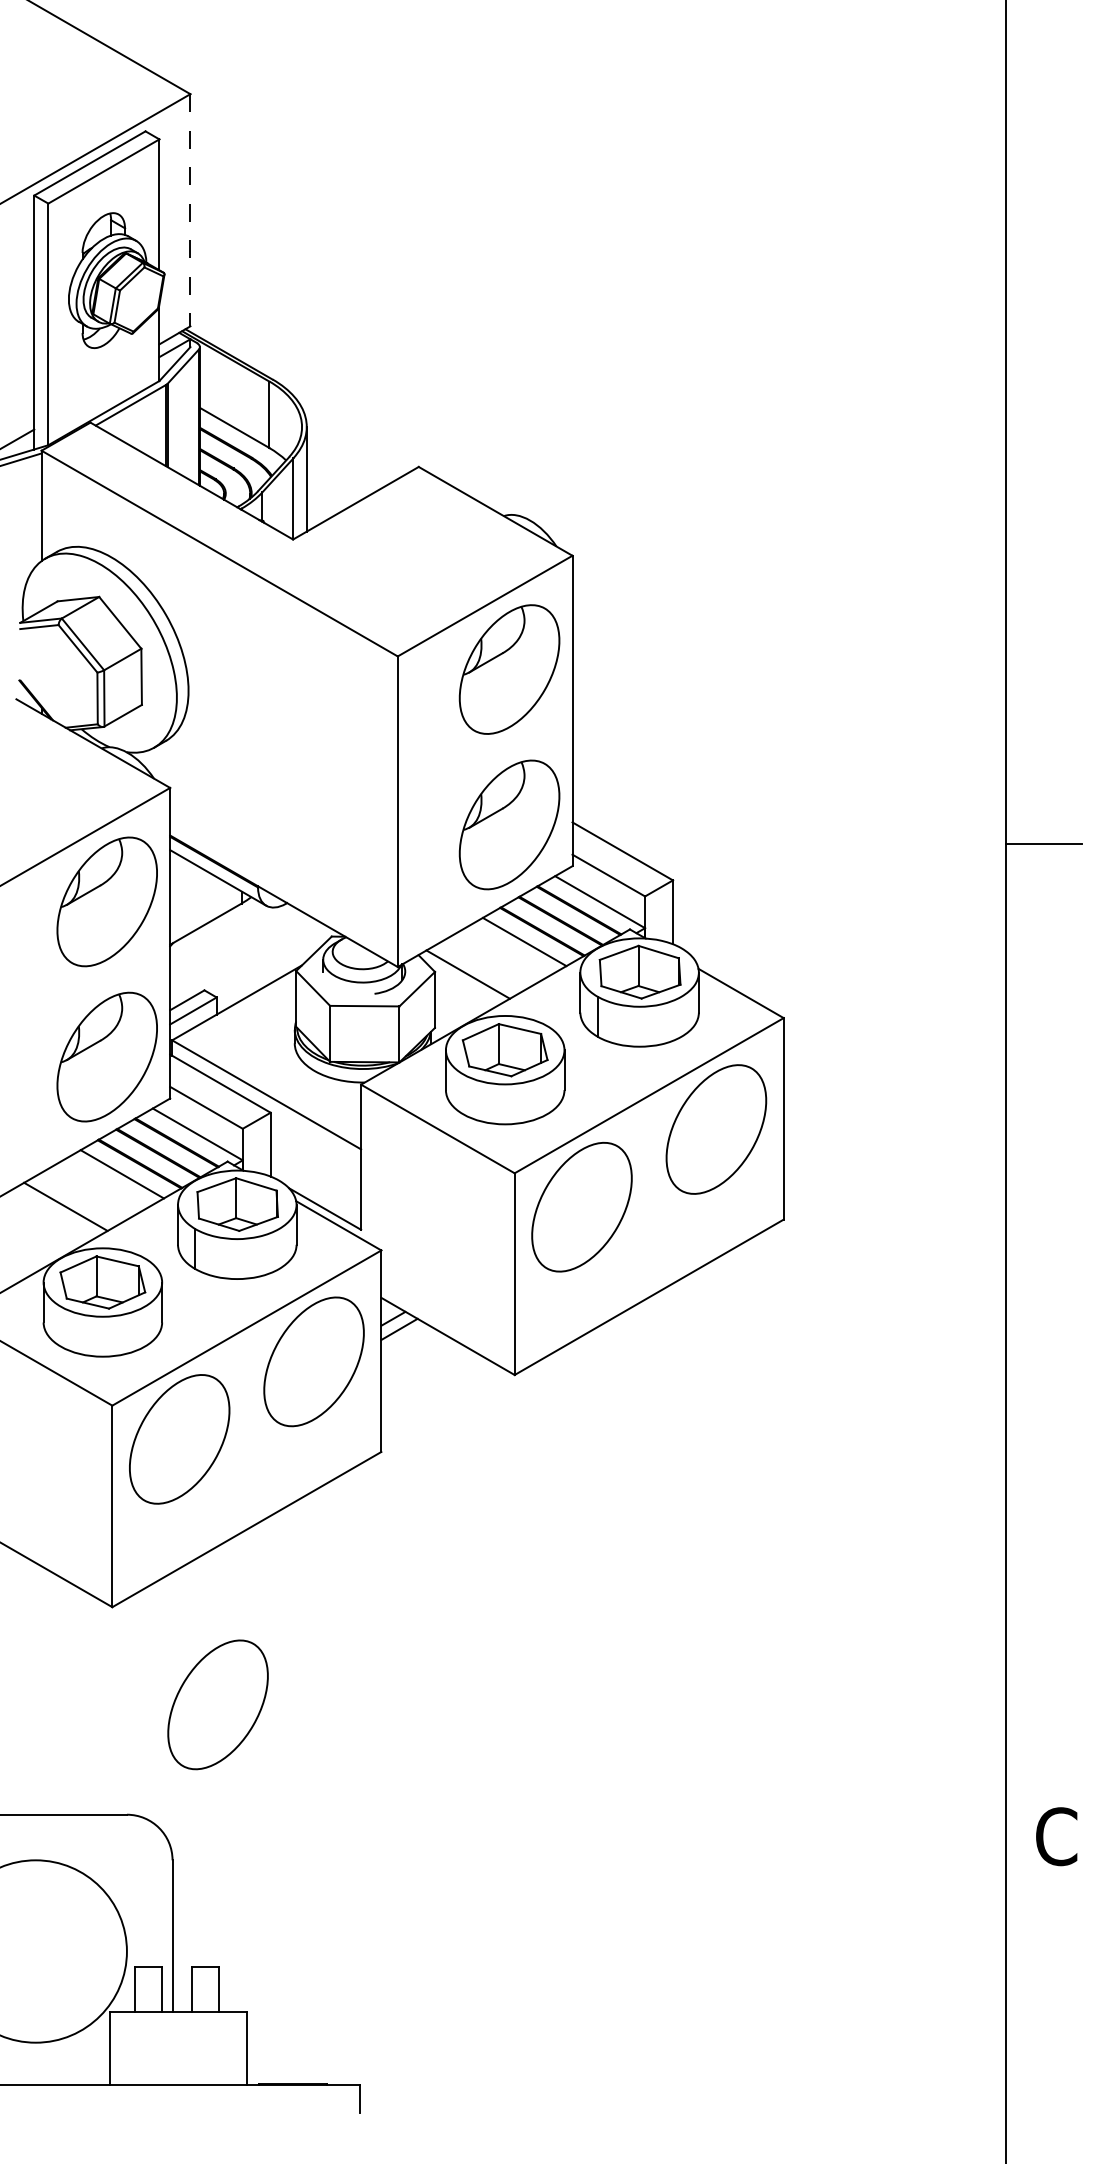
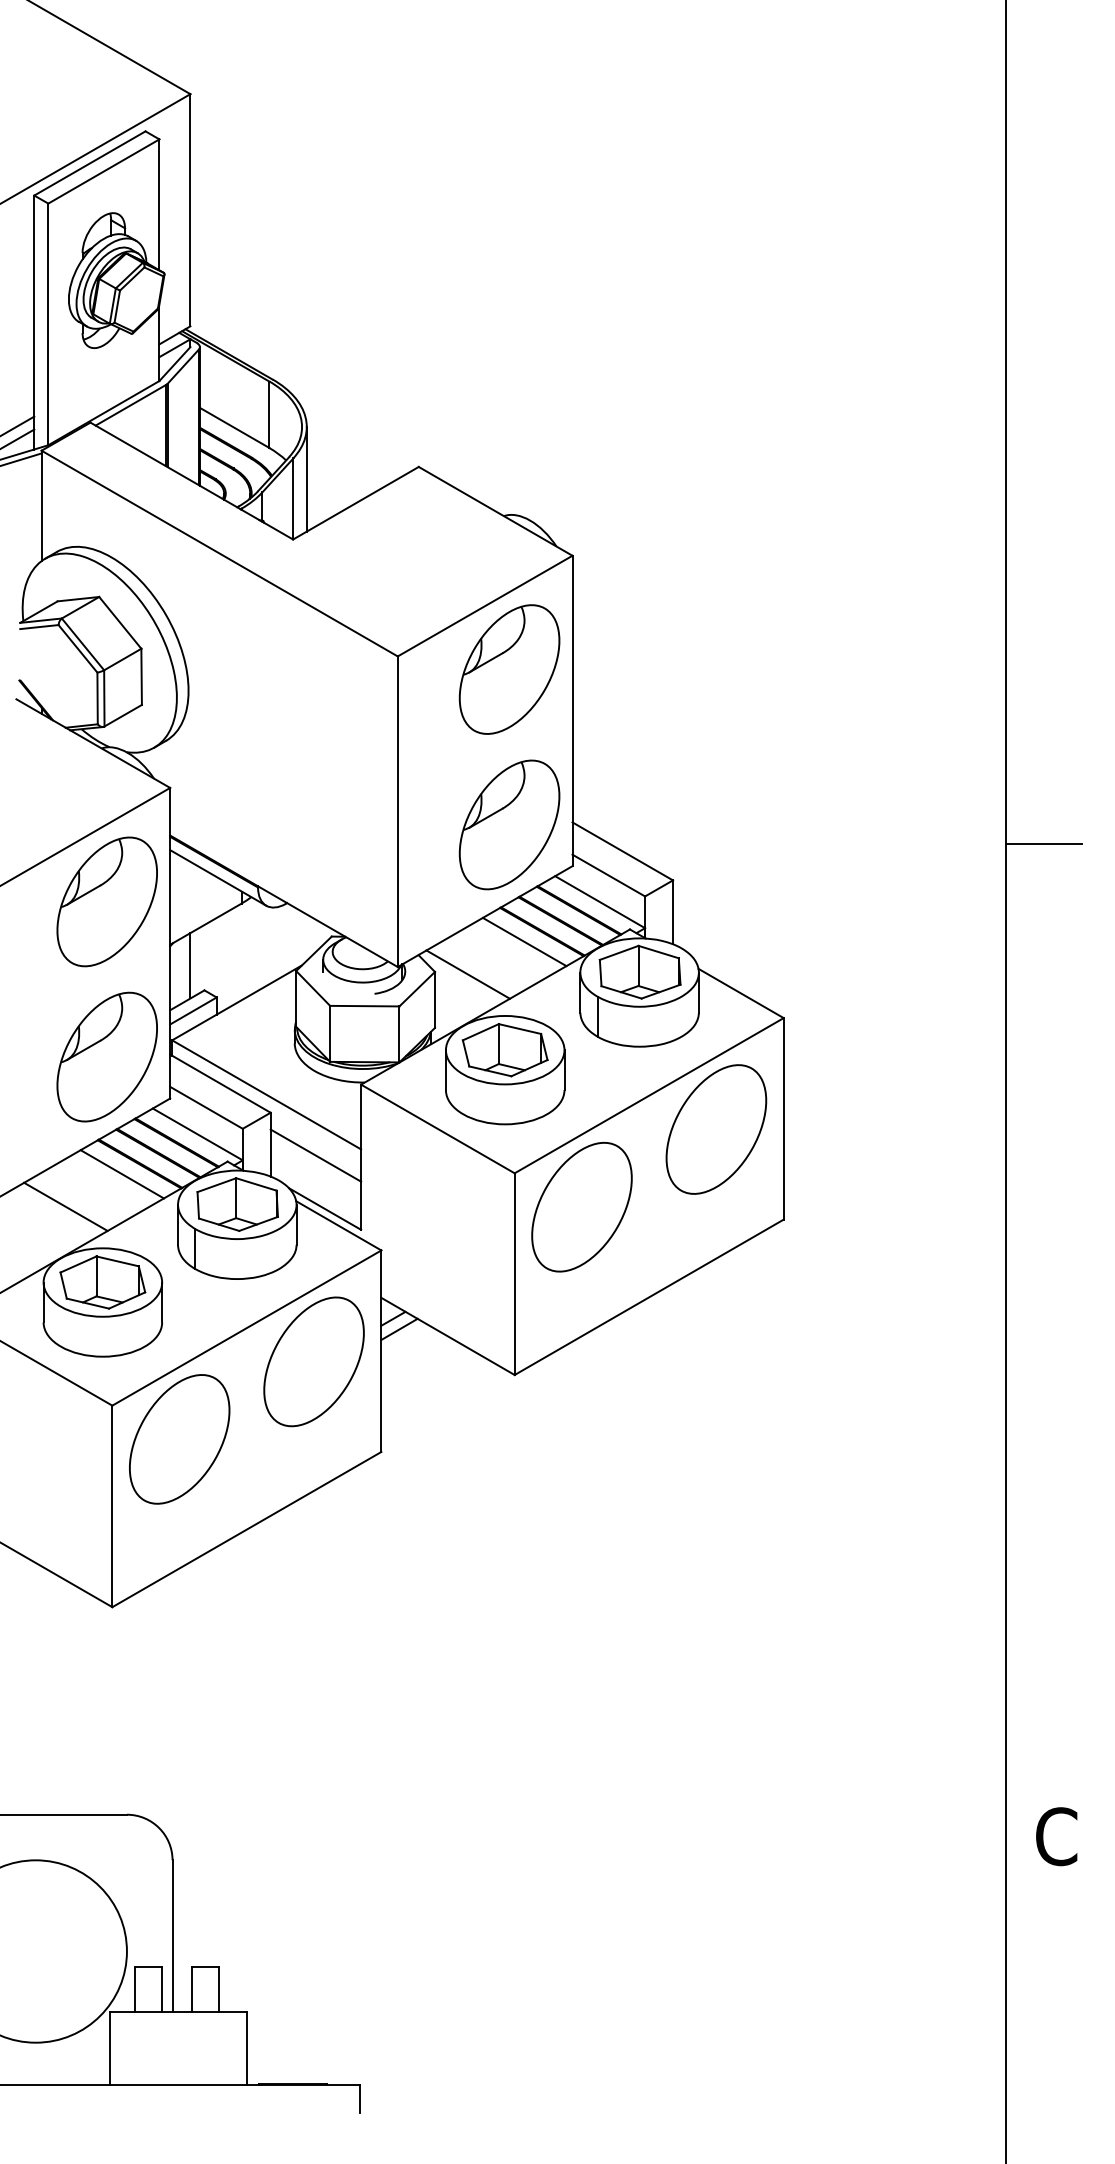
line at (190, 210): dashed -> solid
line at (18, 425): none -> present
line at (190, 965): none -> present
line at (315, 1155): none -> present
part at (217, 1704): present -> none
